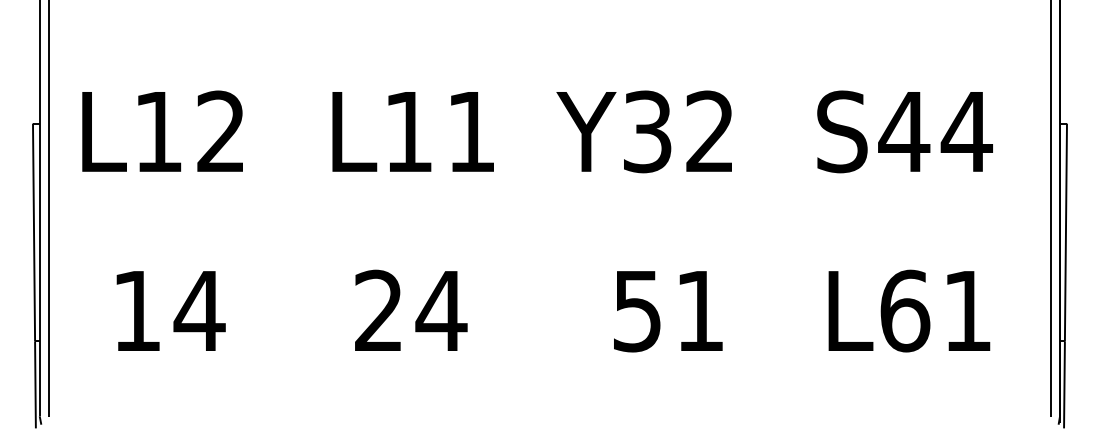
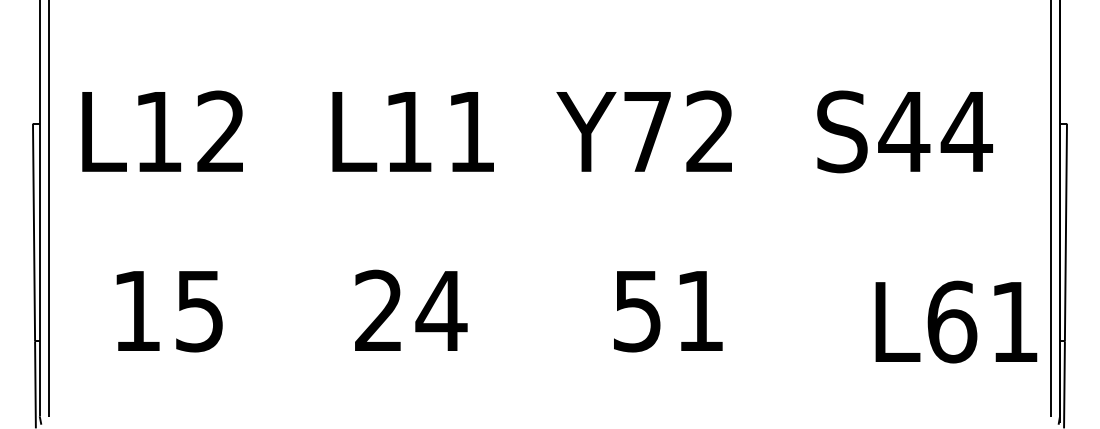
text at (647, 131): Y32 -> Y72
text at (909, 310) position: (909, 310) -> (956, 321)
text at (199, 311): 14 -> 15
